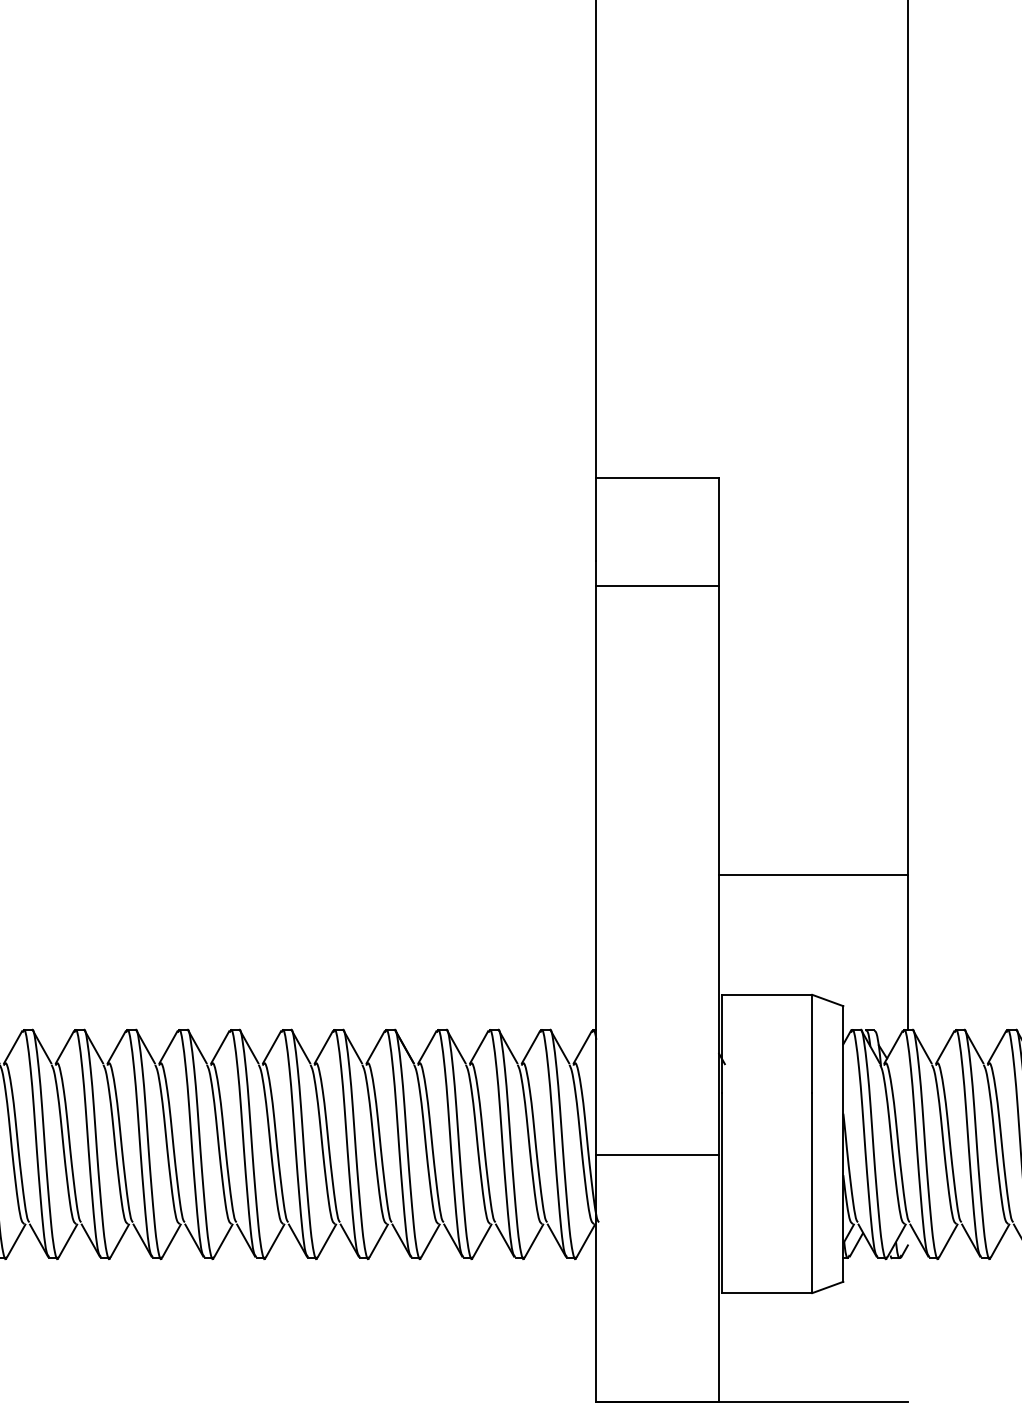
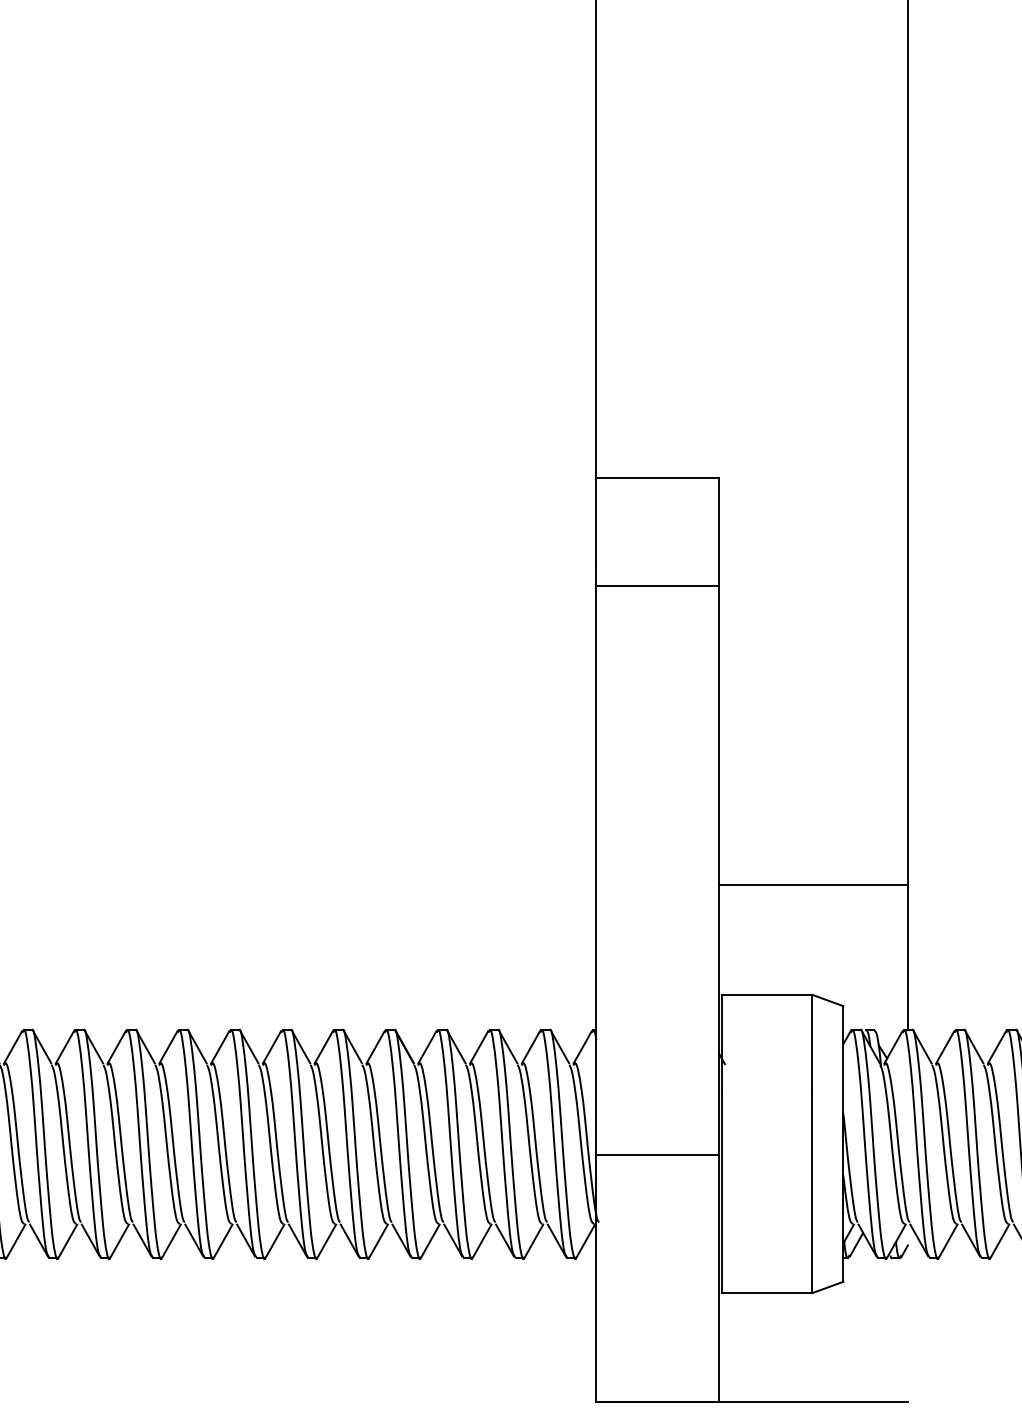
line at (813, 875) position: (813, 875) -> (813, 885)
